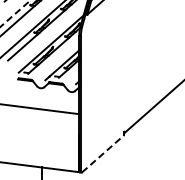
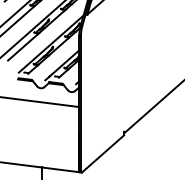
line at (15, 13): dashed -> solid
line at (40, 109) position: (40, 109) -> (40, 102)
line at (103, 153): dashed -> solid
